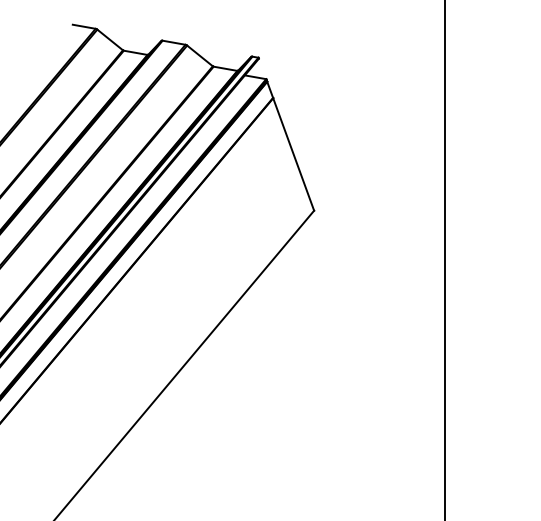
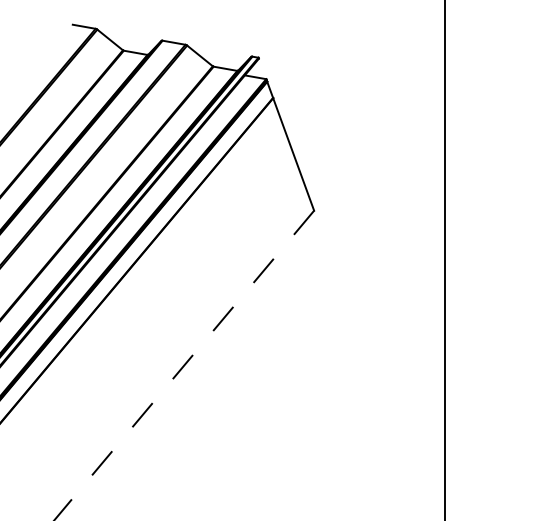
line at (183, 366): solid -> dashed
